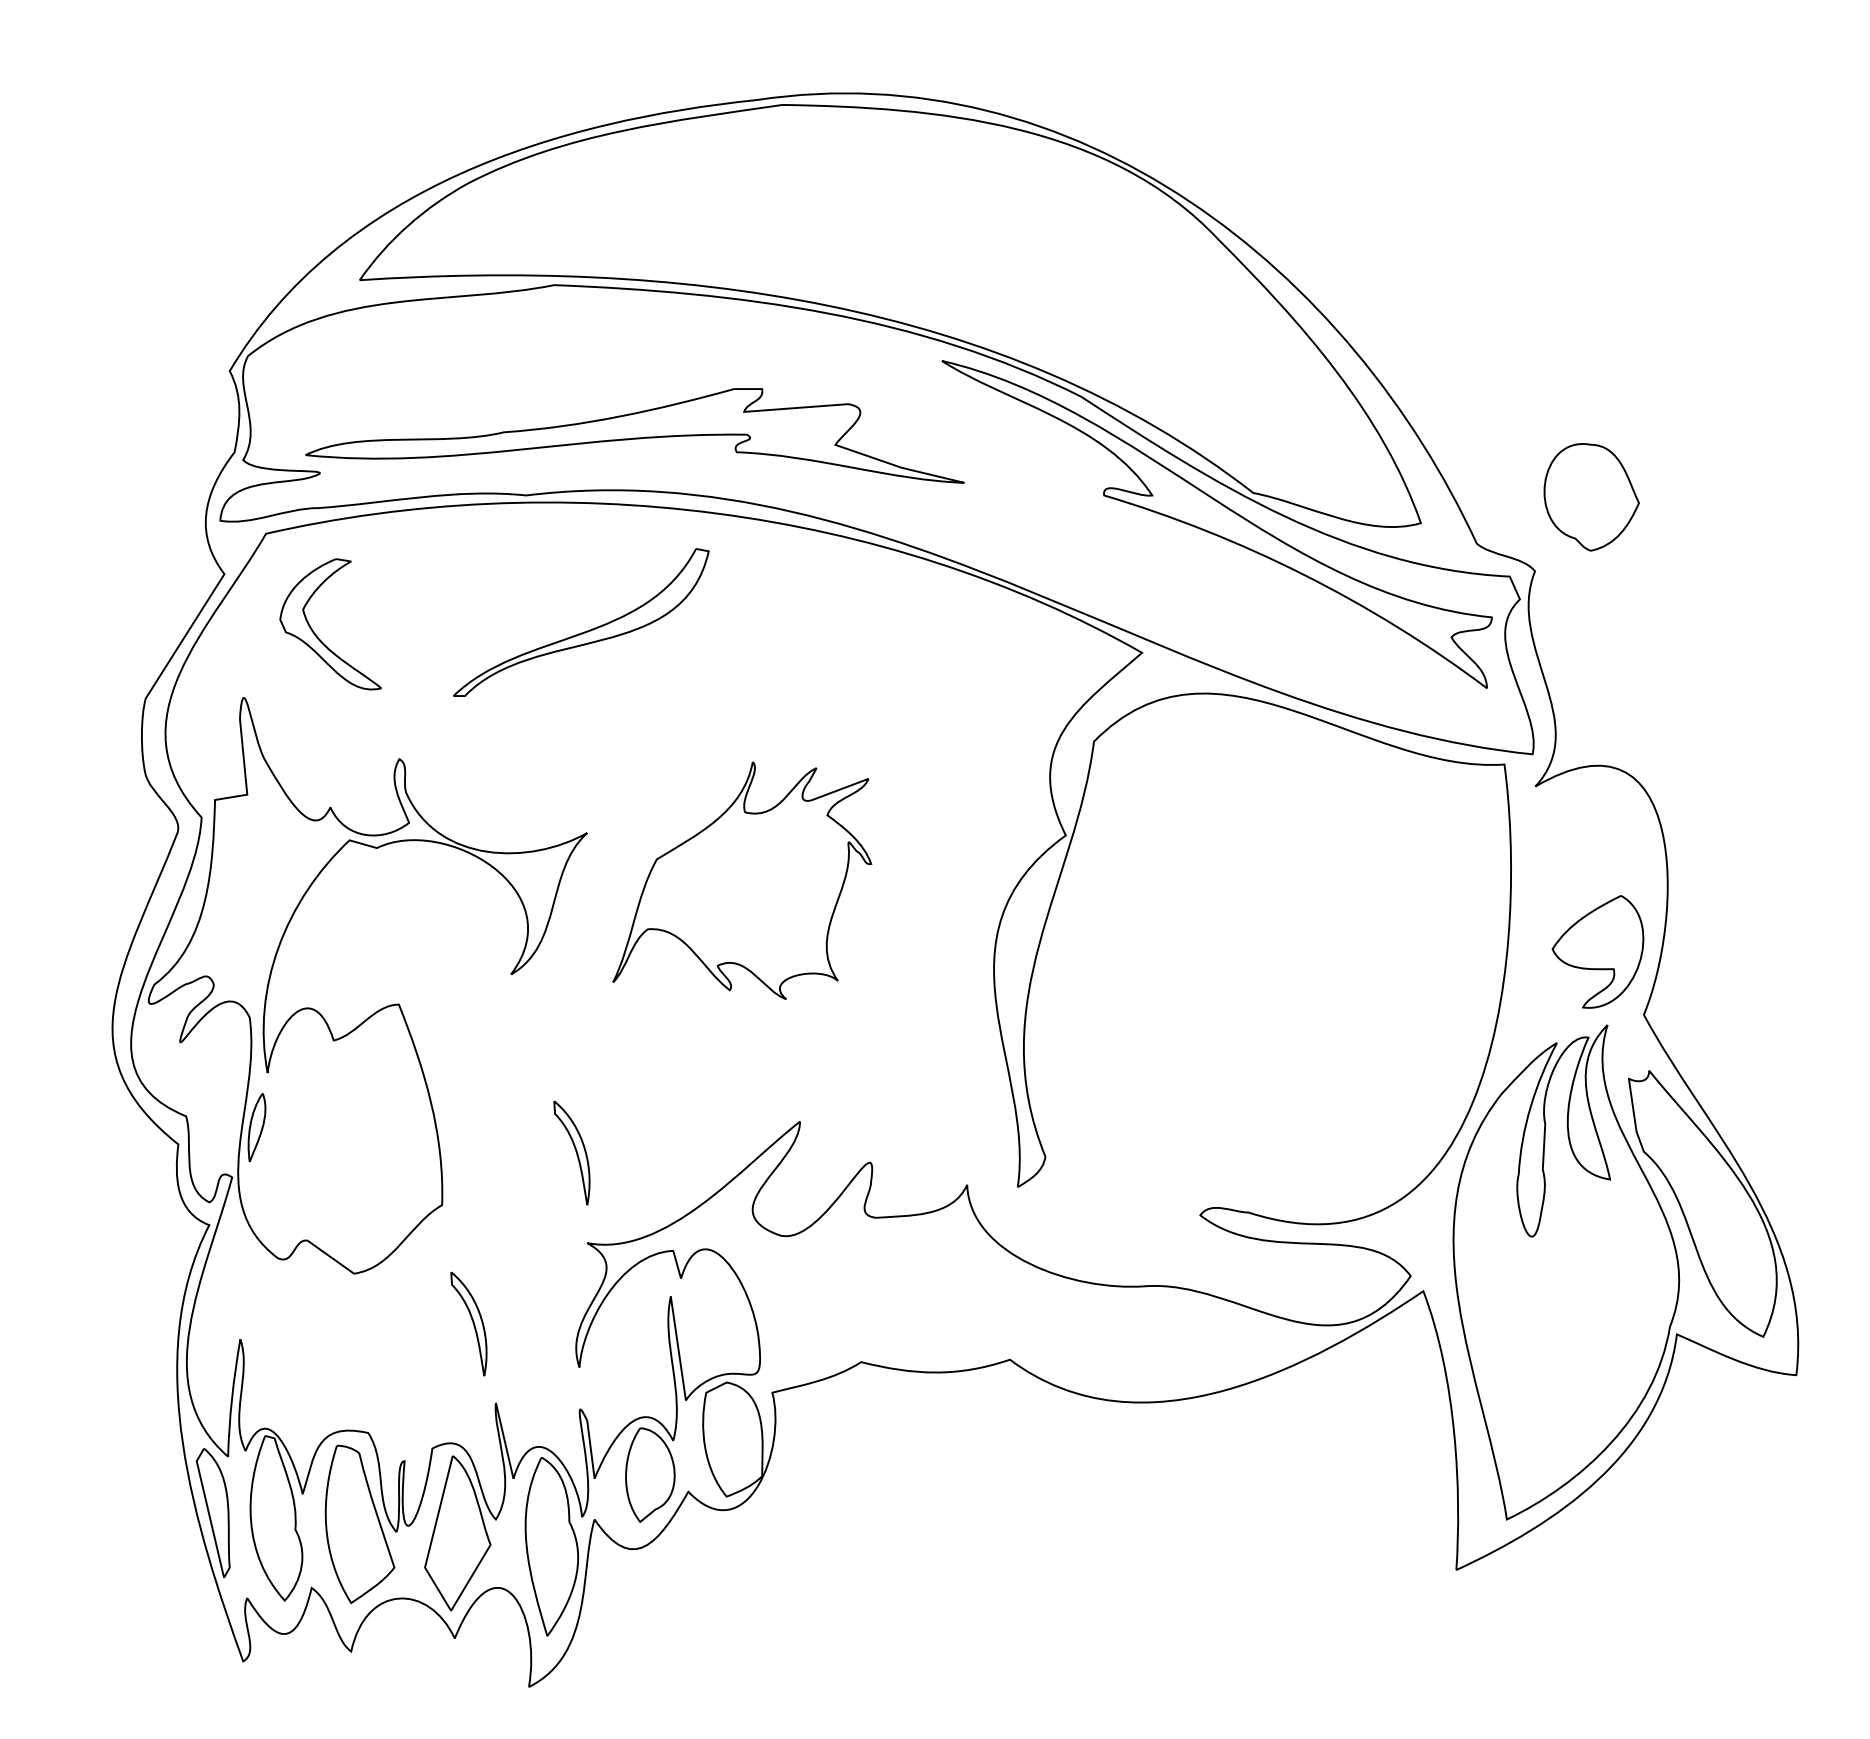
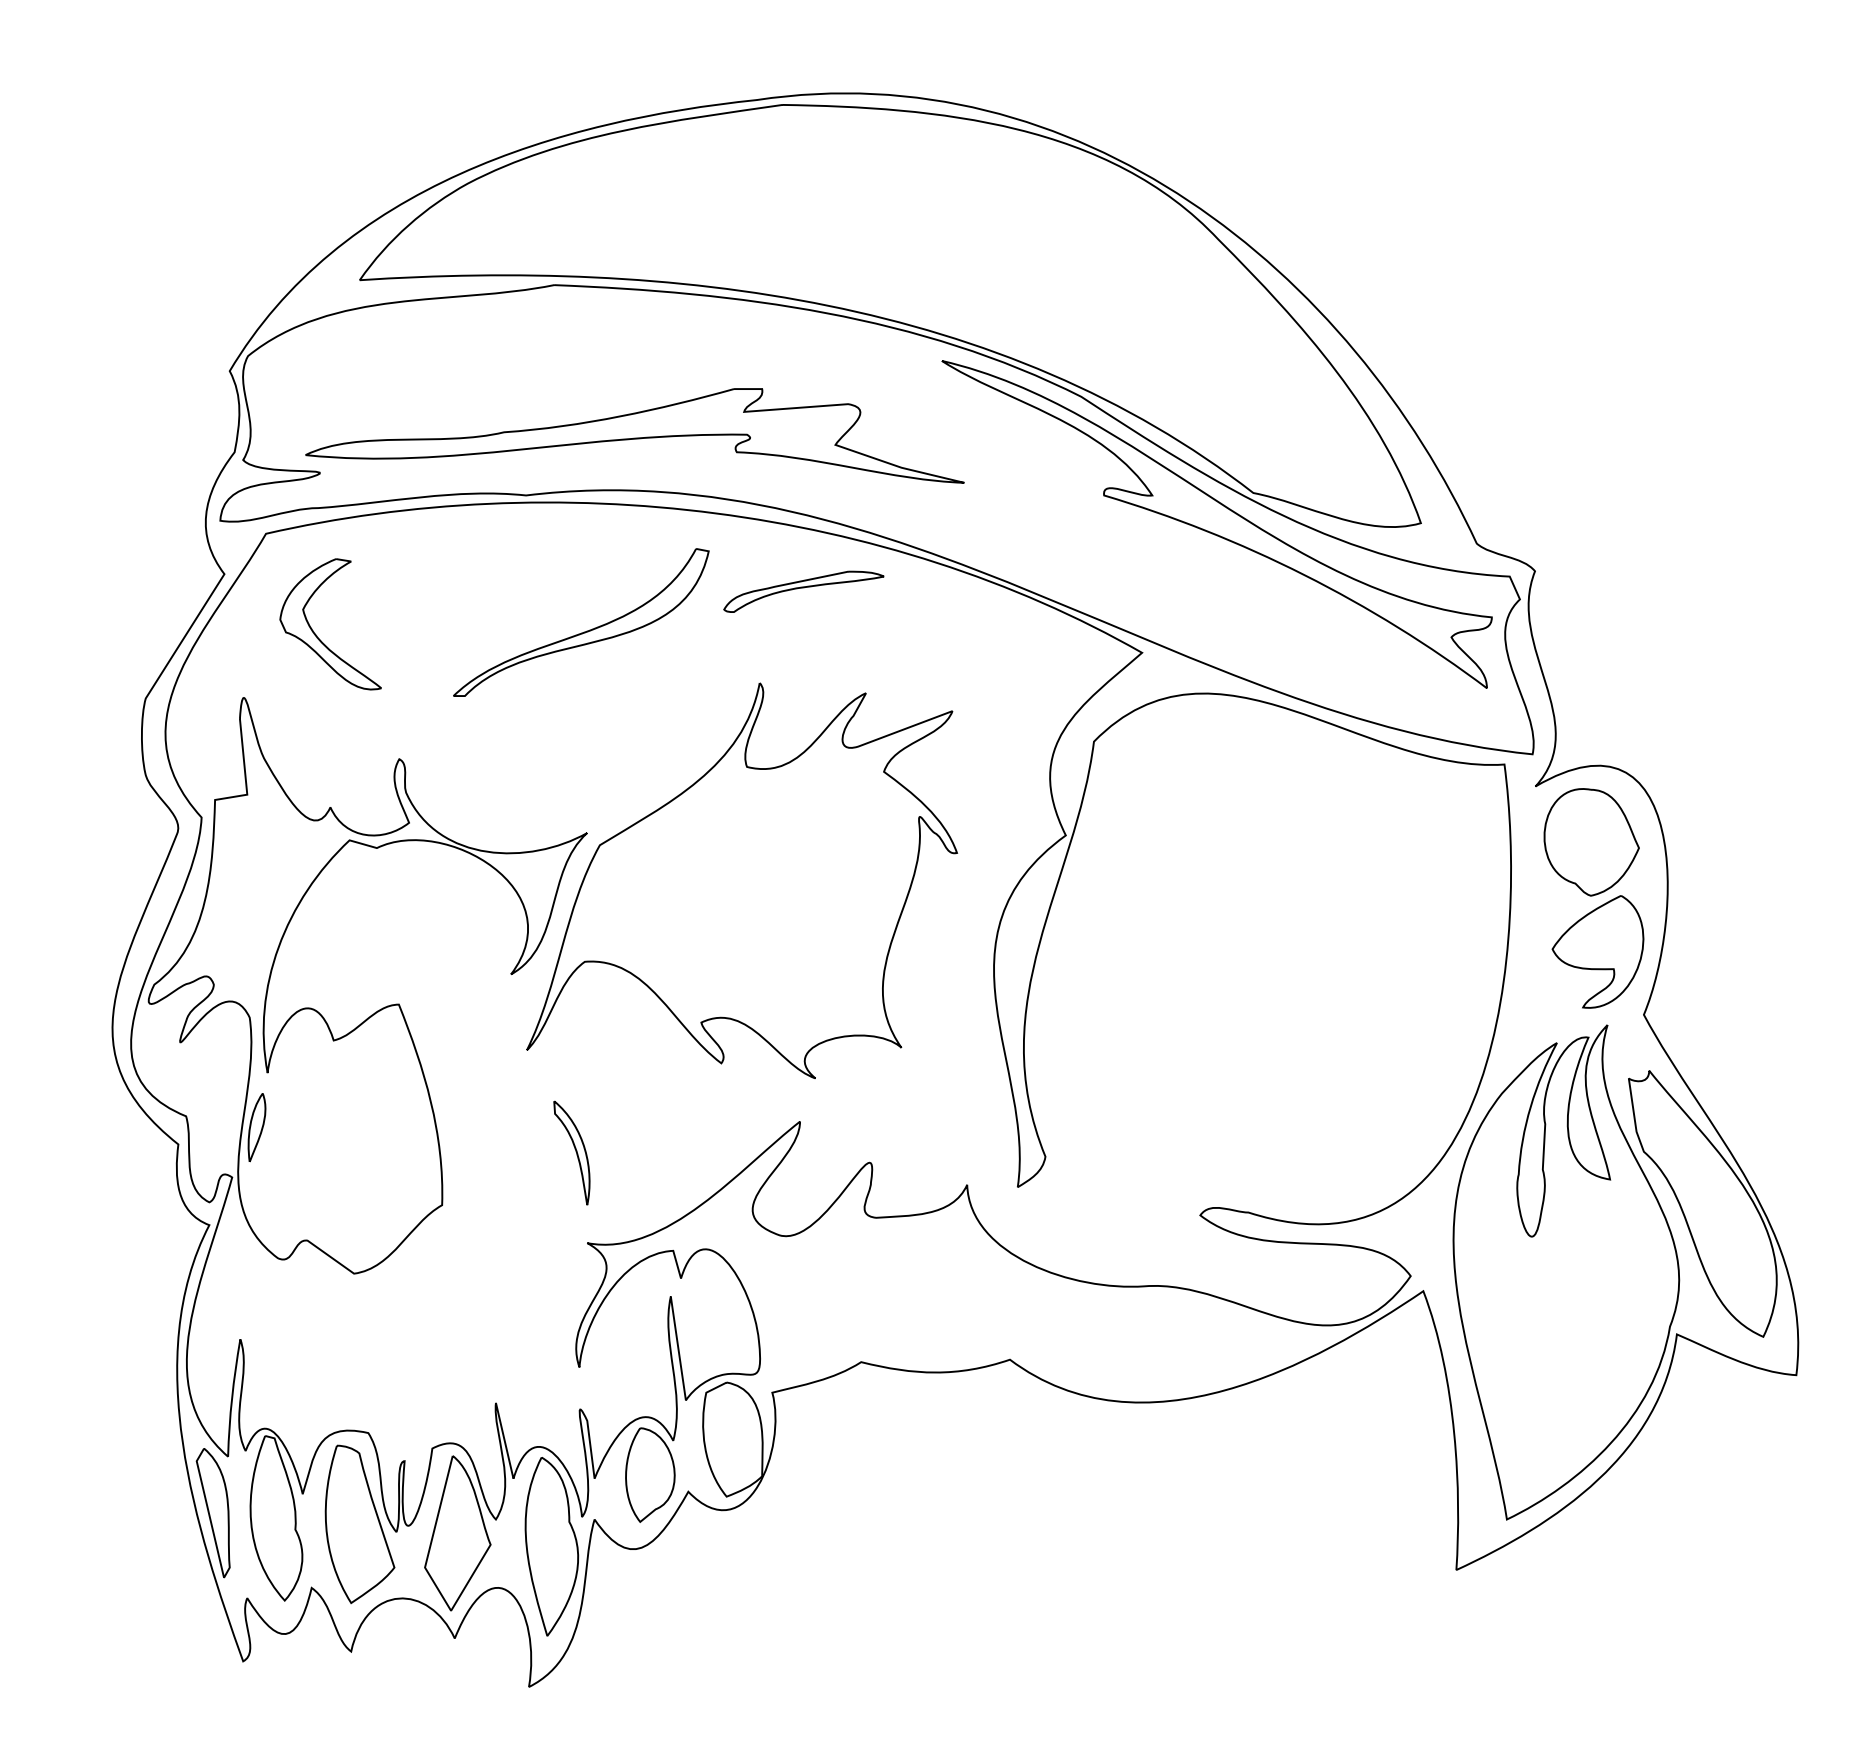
part at (1591, 497) position: (1591, 497) -> (1591, 842)
part at (803, 591): none -> present
part at (742, 880) size: 261x239 px -> 433x397 px
part at (468, 1323): present -> none
